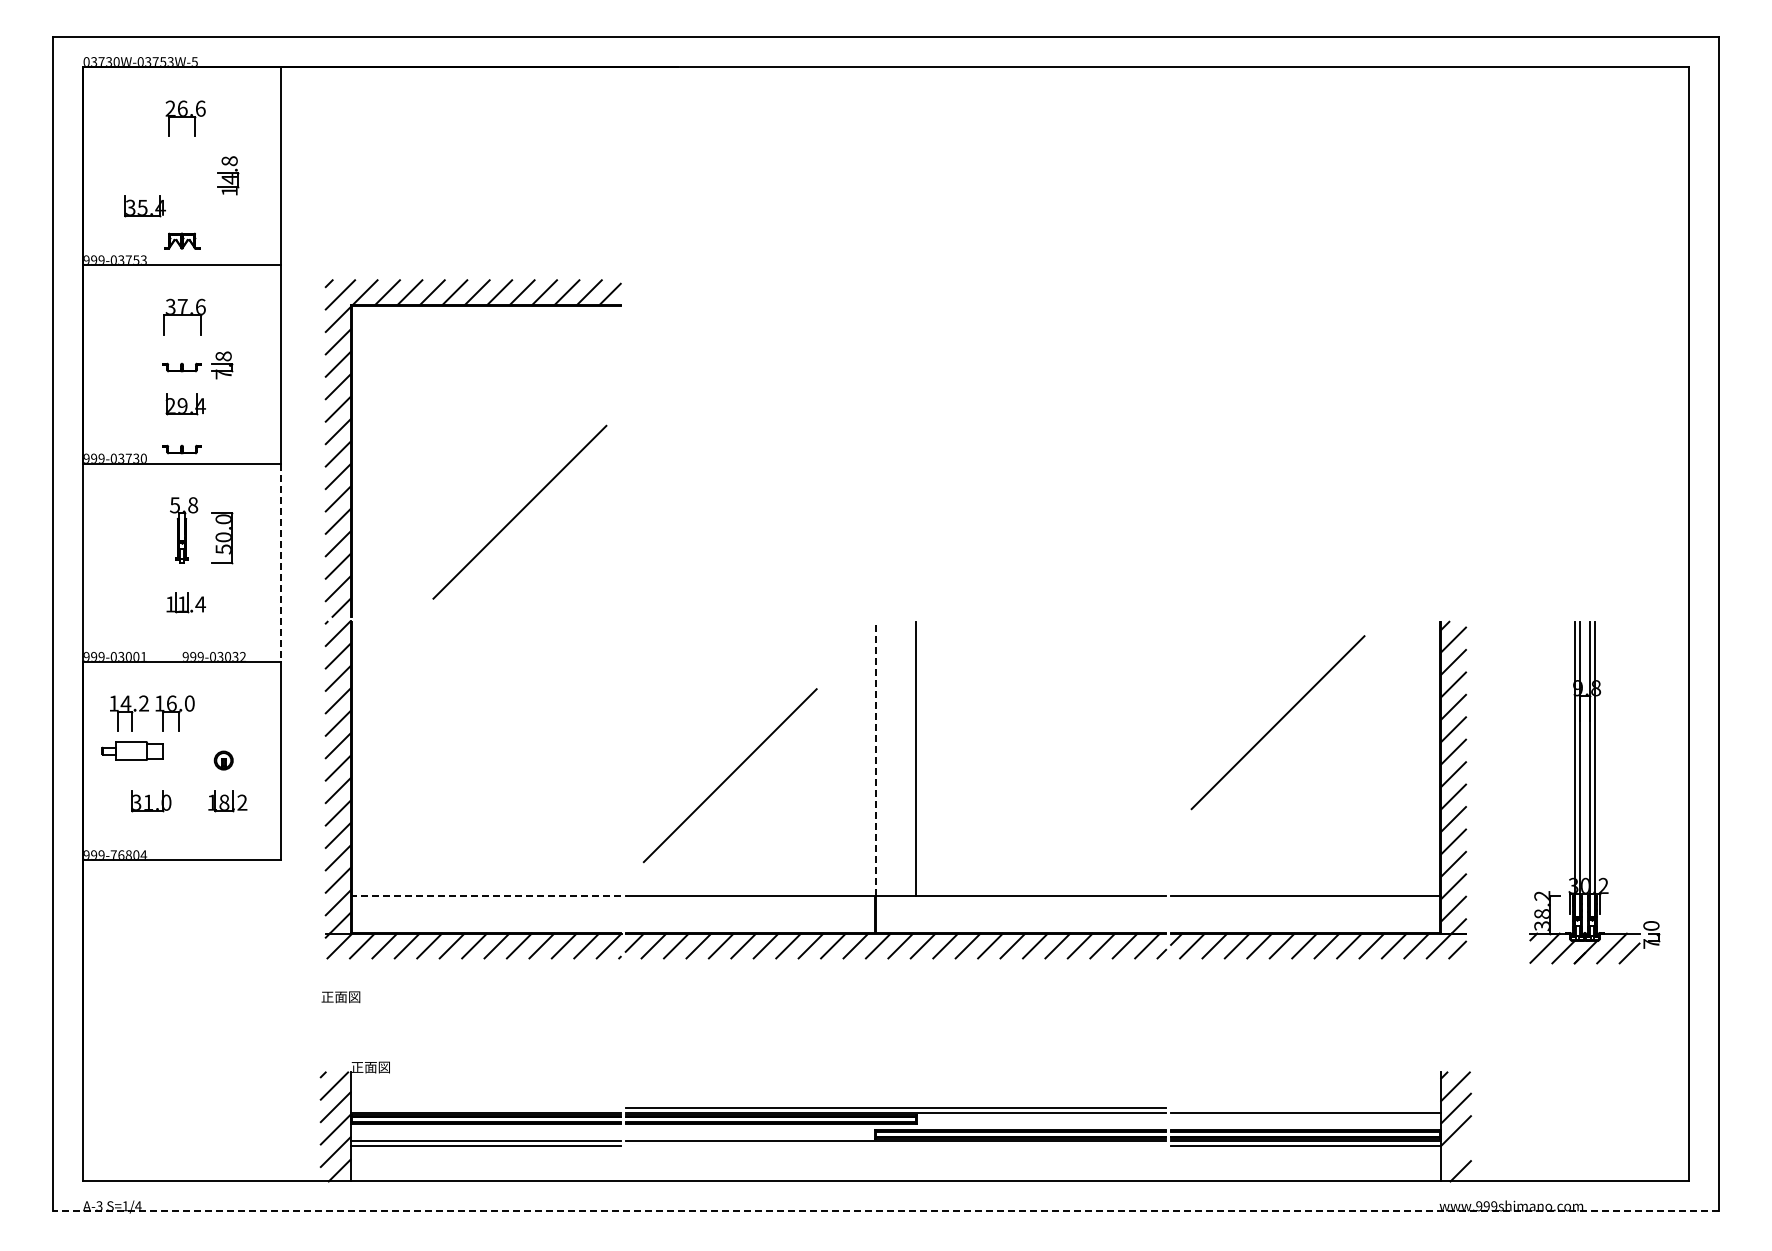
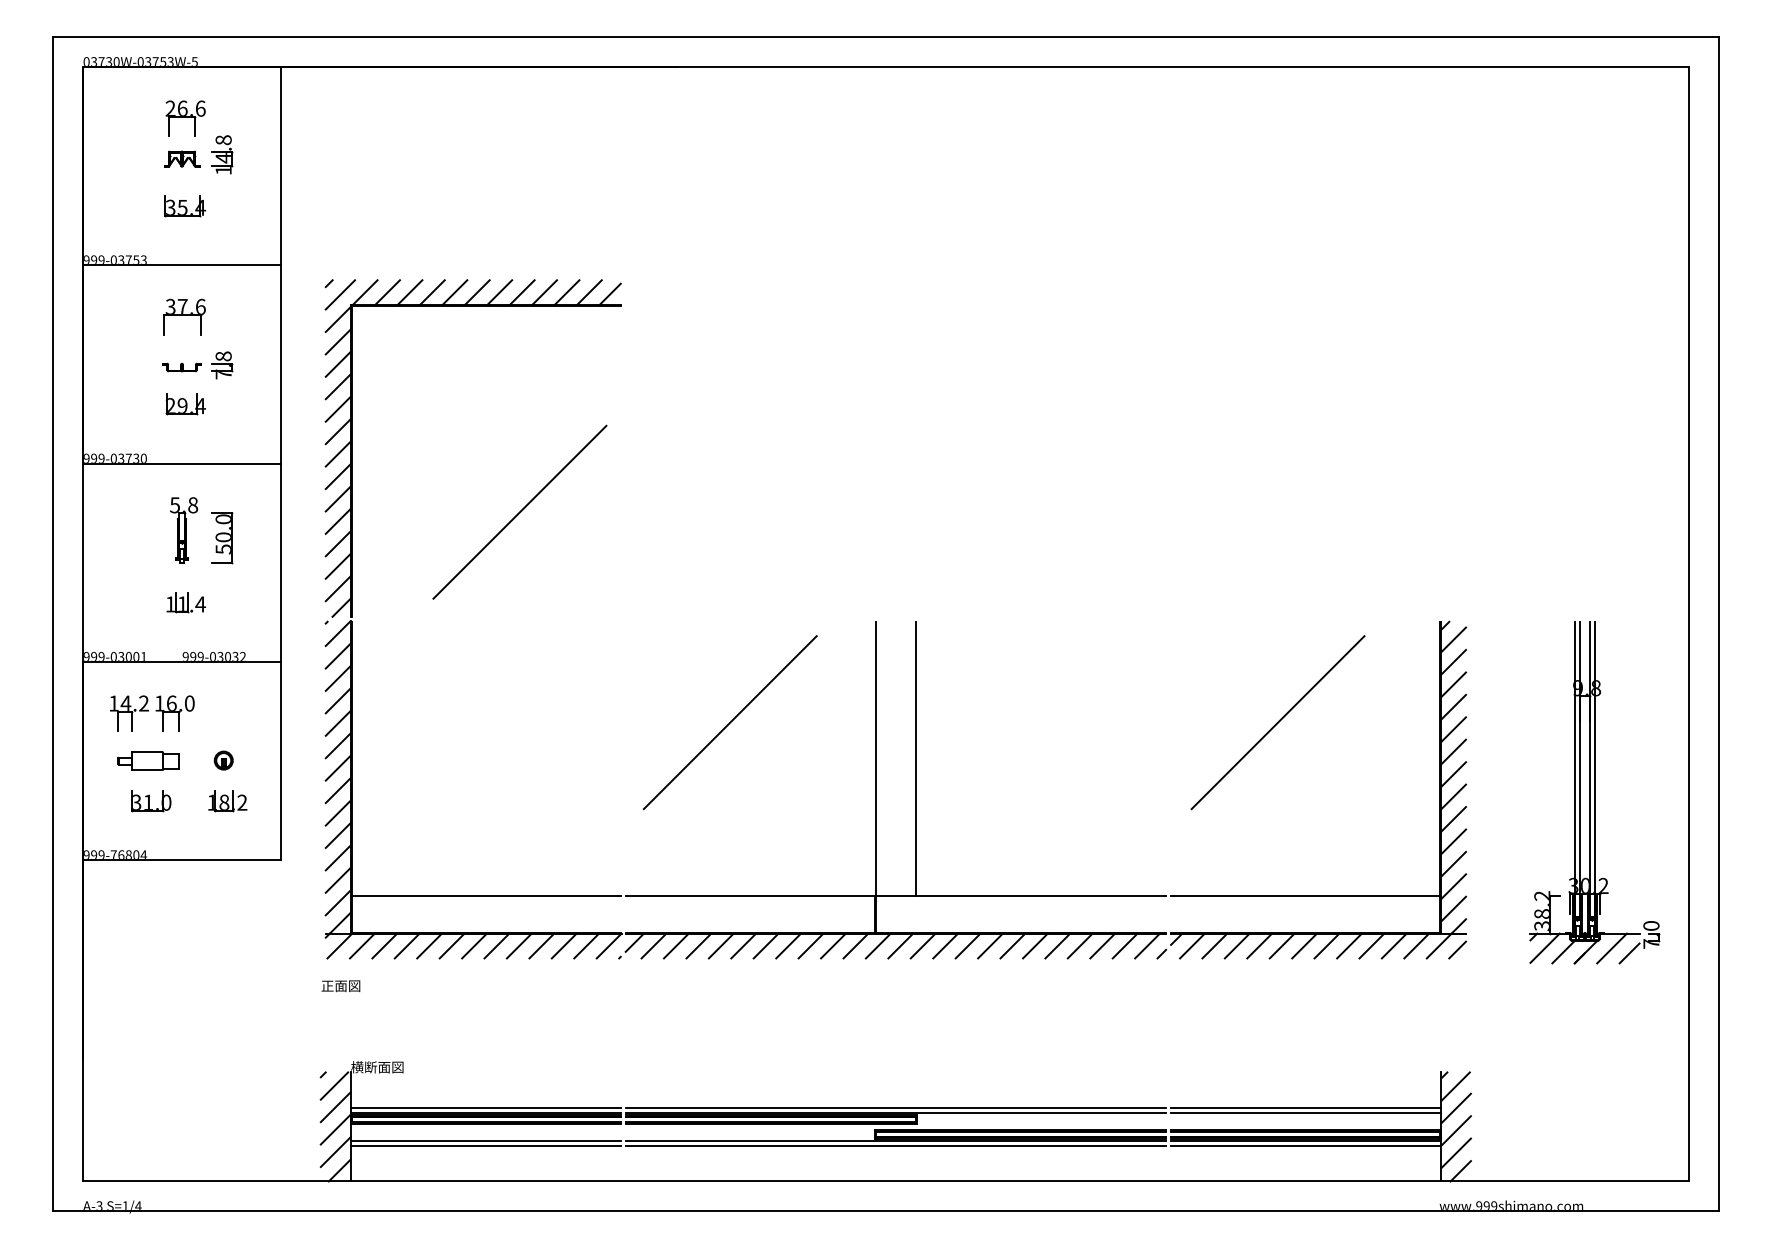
part at (228, 175) position: (228, 175) -> (222, 154)
part at (144, 206) position: (144, 206) -> (184, 206)
part at (182, 240) position: (182, 240) -> (182, 158)
part at (181, 449): present -> none
line at (281, 563): dashed -> solid
part at (132, 750) position: (132, 750) -> (148, 760)
line at (876, 758): dashed -> solid
line at (729, 775) position: (729, 775) -> (729, 722)
line at (485, 895): dashed -> solid
text at (340, 997) position: (340, 997) -> (340, 986)
text at (377, 1067): 正面図 -> 横断面図
line at (485, 1108): none -> present
line at (1306, 1108): none -> present
line at (895, 1145): none -> present
line at (1455, 1153): none -> present
line at (886, 1211): dashed -> solid
